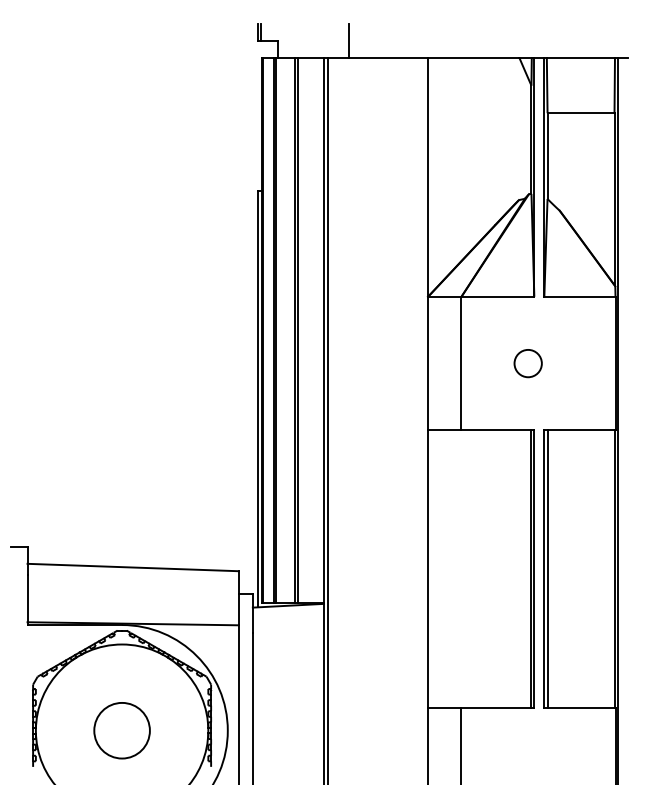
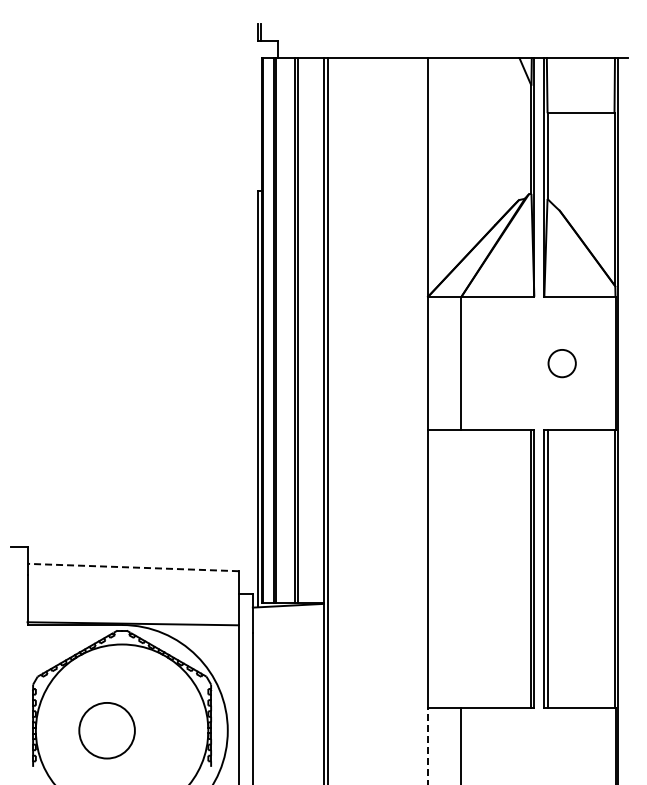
line at (348, 40): present -> none
circle at (527, 363) position: (527, 363) -> (561, 363)
line at (133, 567): solid -> dashed
circle at (121, 730) position: (121, 730) -> (106, 730)
line at (428, 746): solid -> dashed
